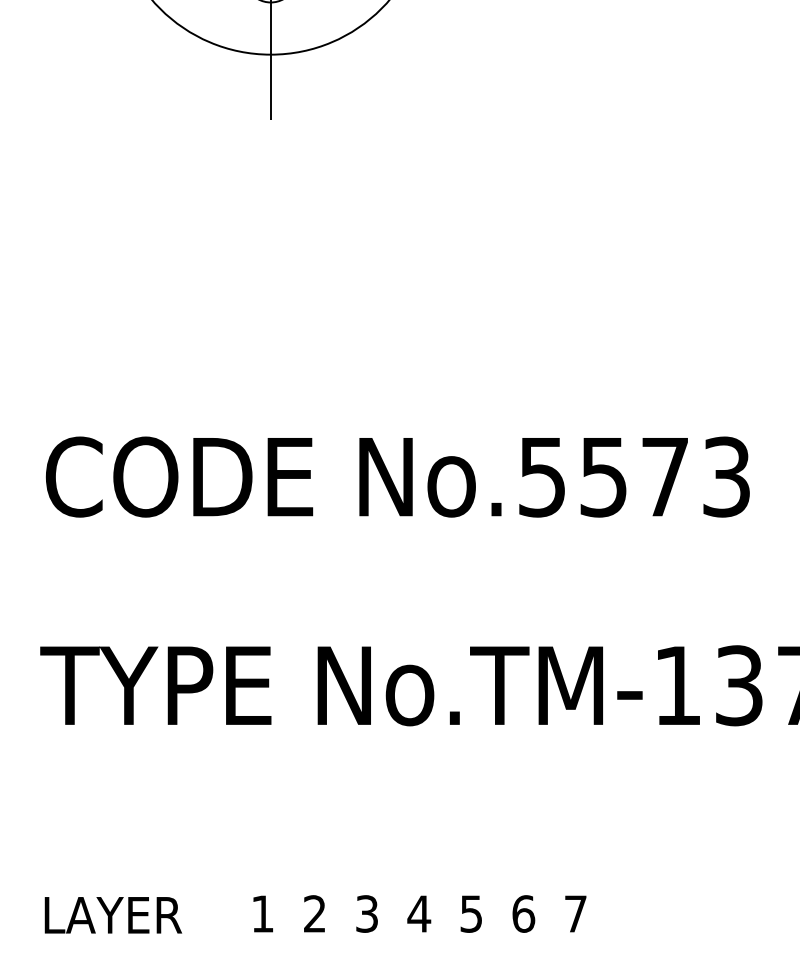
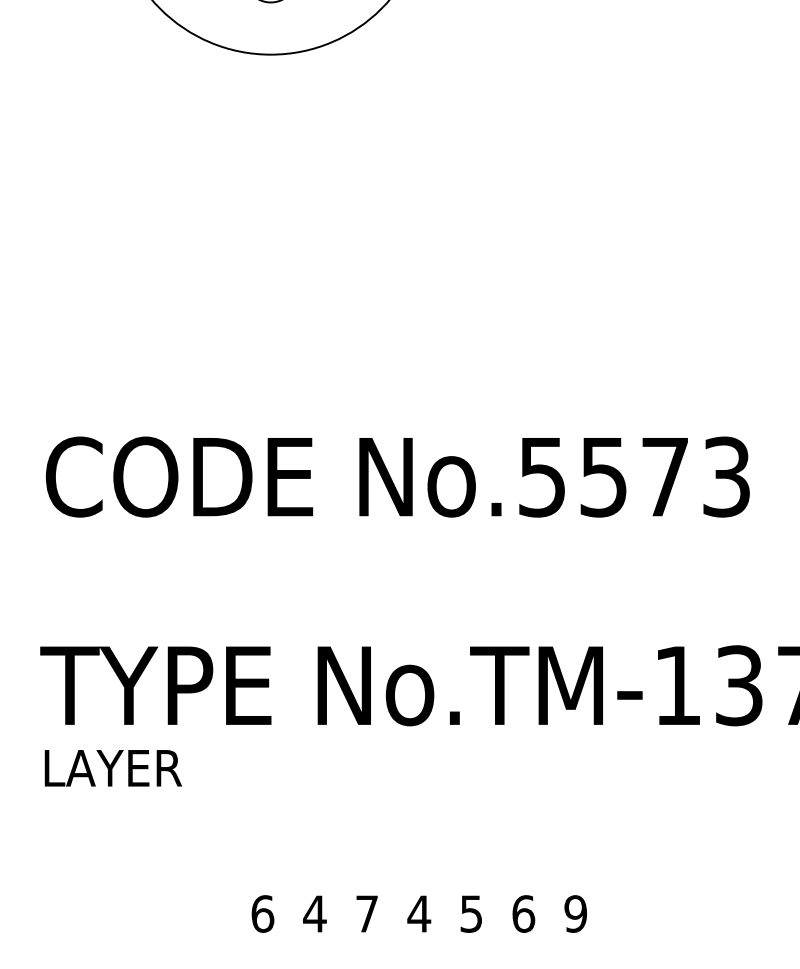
line at (270, 60): present -> none
text at (262, 913): 1 -> 6
text at (314, 913): 2 -> 4
text at (366, 913): 3 -> 7
text at (575, 913): 7 -> 9
text at (113, 915) position: (113, 915) -> (113, 768)
